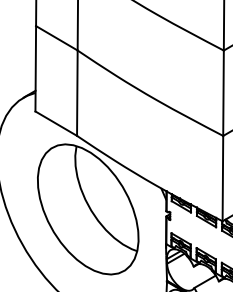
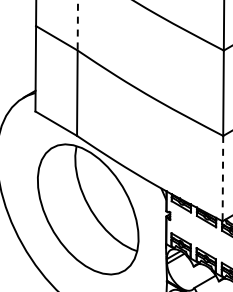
line at (77, 25): solid -> dashed
line at (222, 178): solid -> dashed
